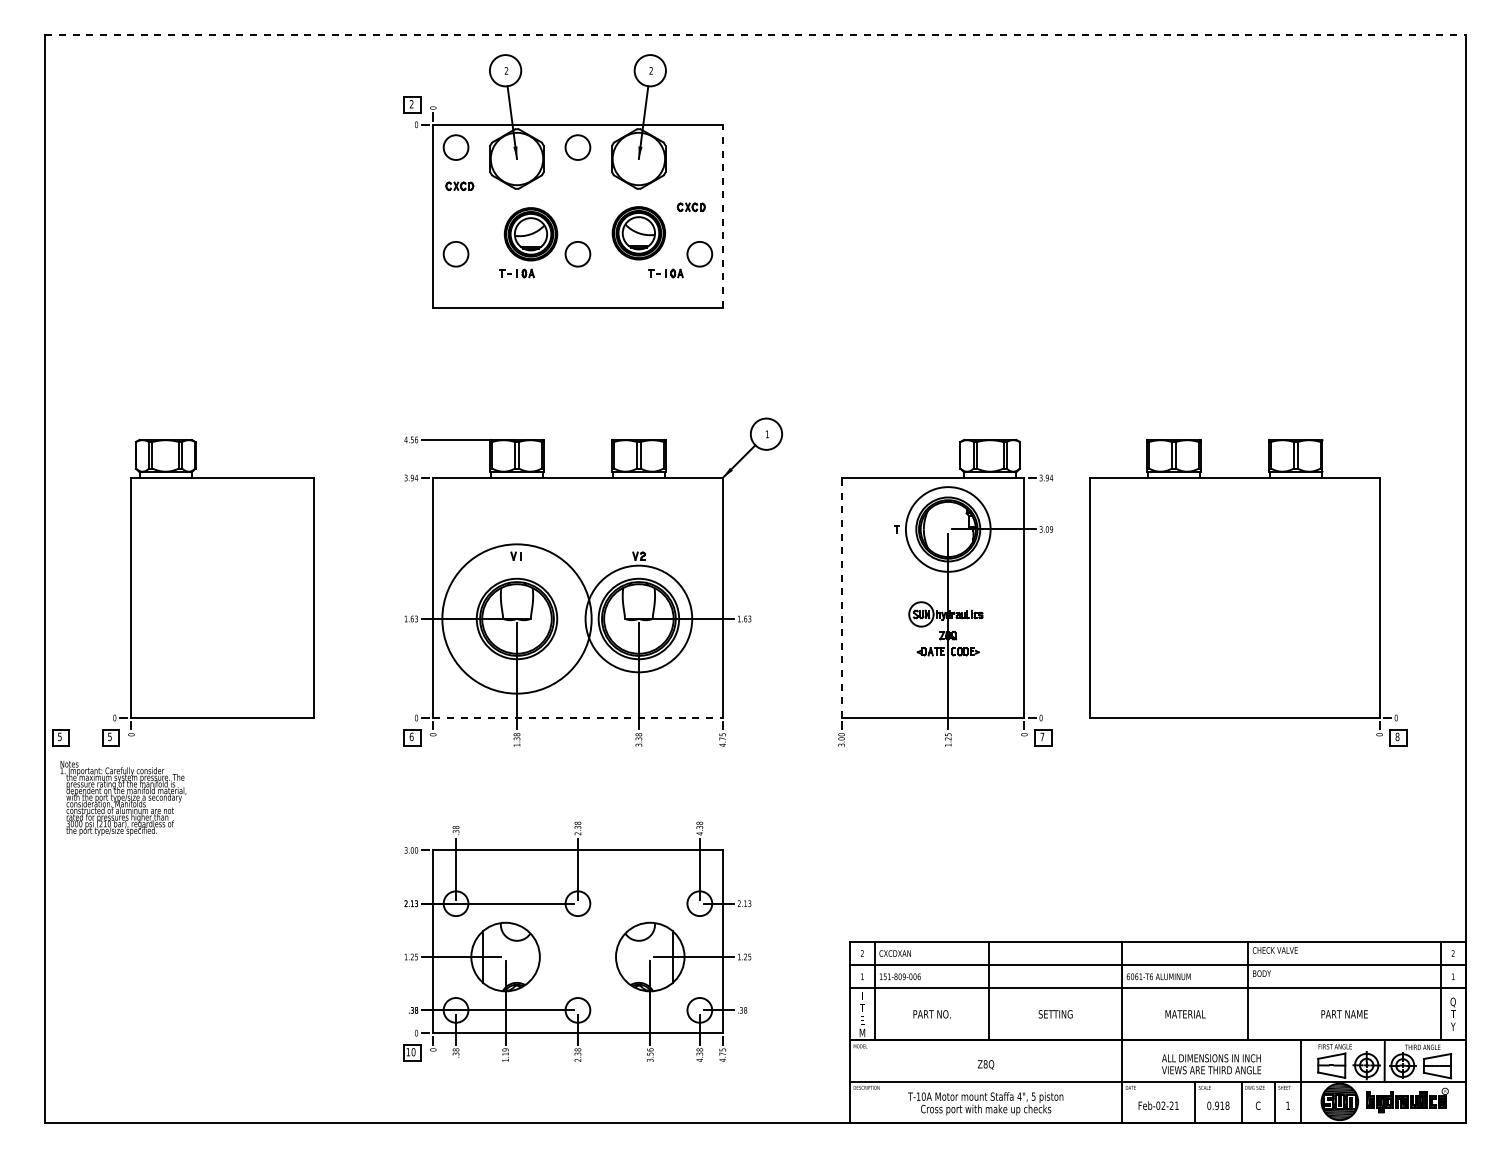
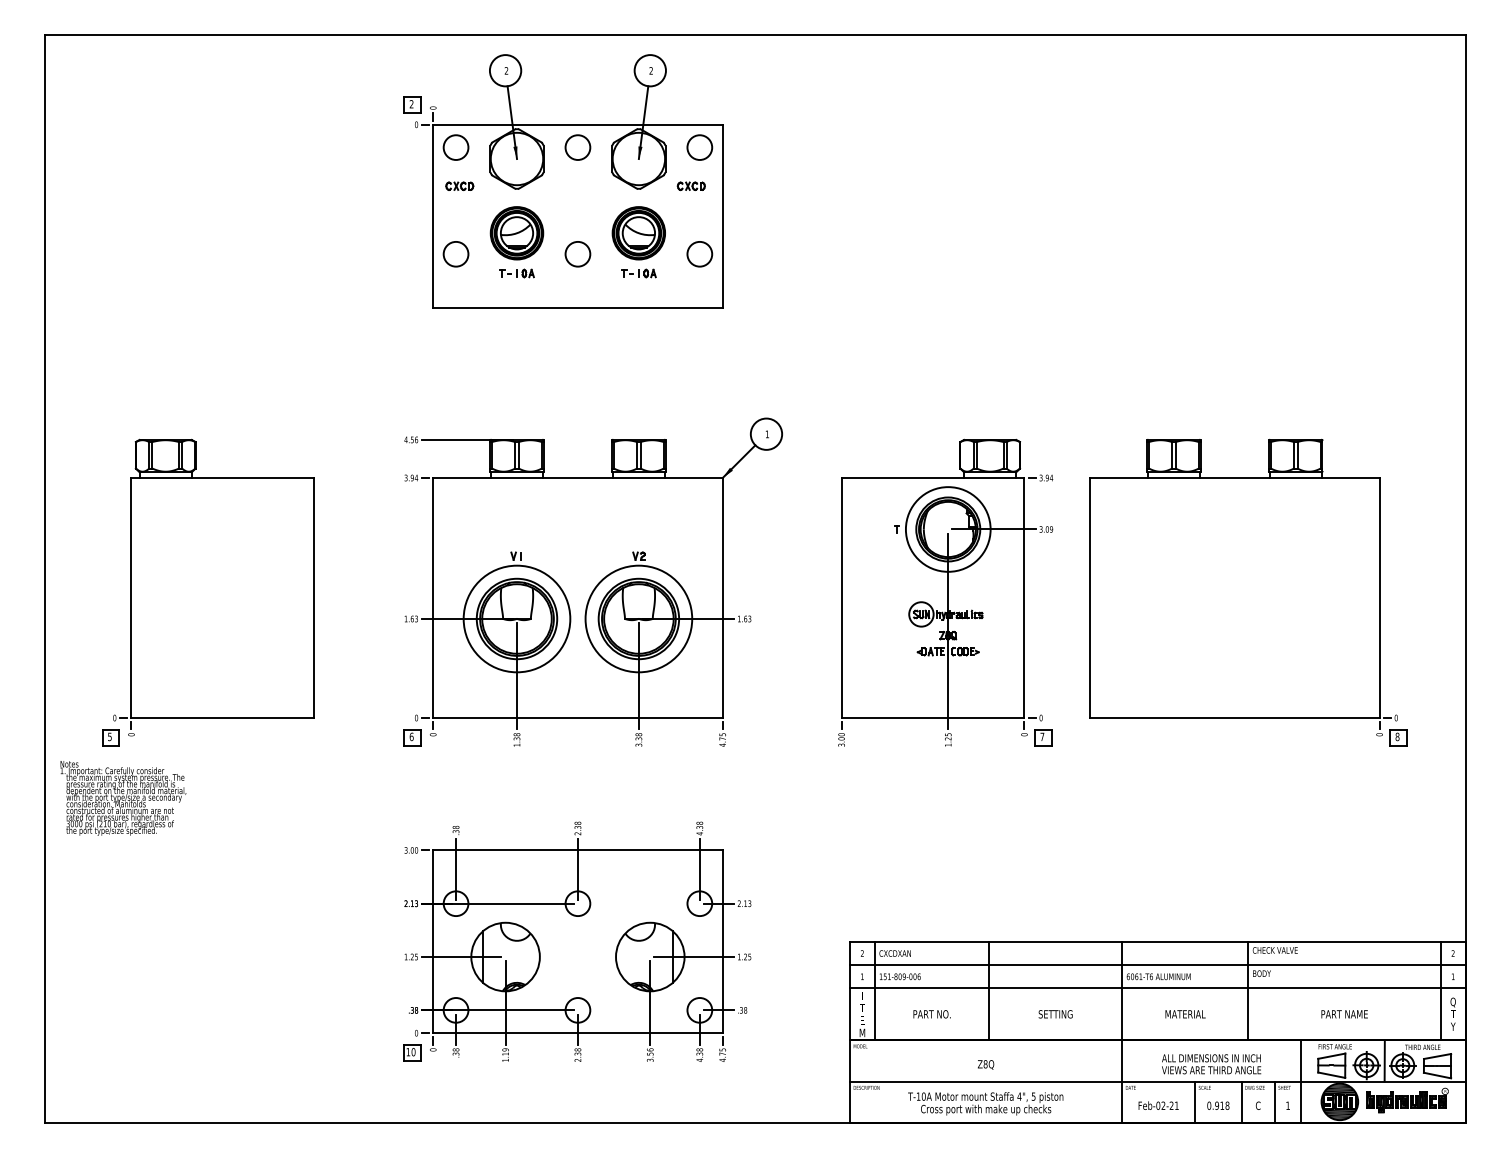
line at (756, 34): dashed -> solid
circle at (699, 147): none -> present
part at (690, 207) position: (690, 207) -> (690, 186)
line at (722, 215): dashed -> solid
part at (530, 234) position: (530, 234) -> (516, 233)
part at (665, 273) position: (665, 273) -> (638, 273)
line at (841, 598): dashed -> solid
circle at (516, 618) diameter: 149 px -> 107 px
line at (577, 718): dashed -> solid
part at (60, 737): present -> none
